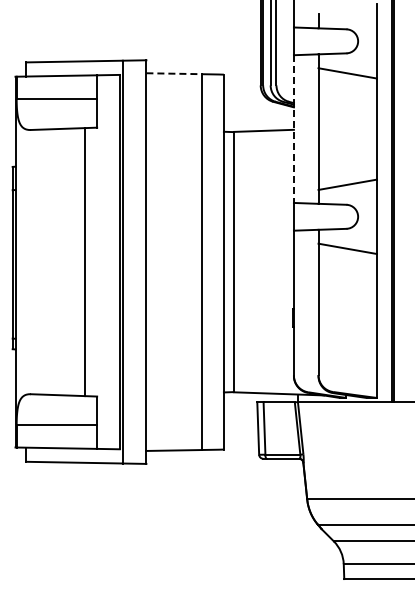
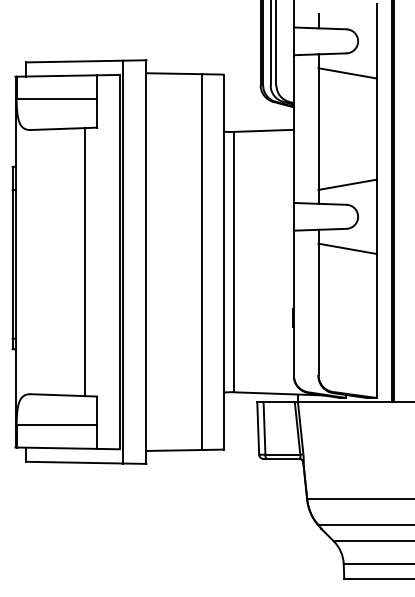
line at (174, 73): dashed -> solid
line at (293, 129): dashed -> solid
